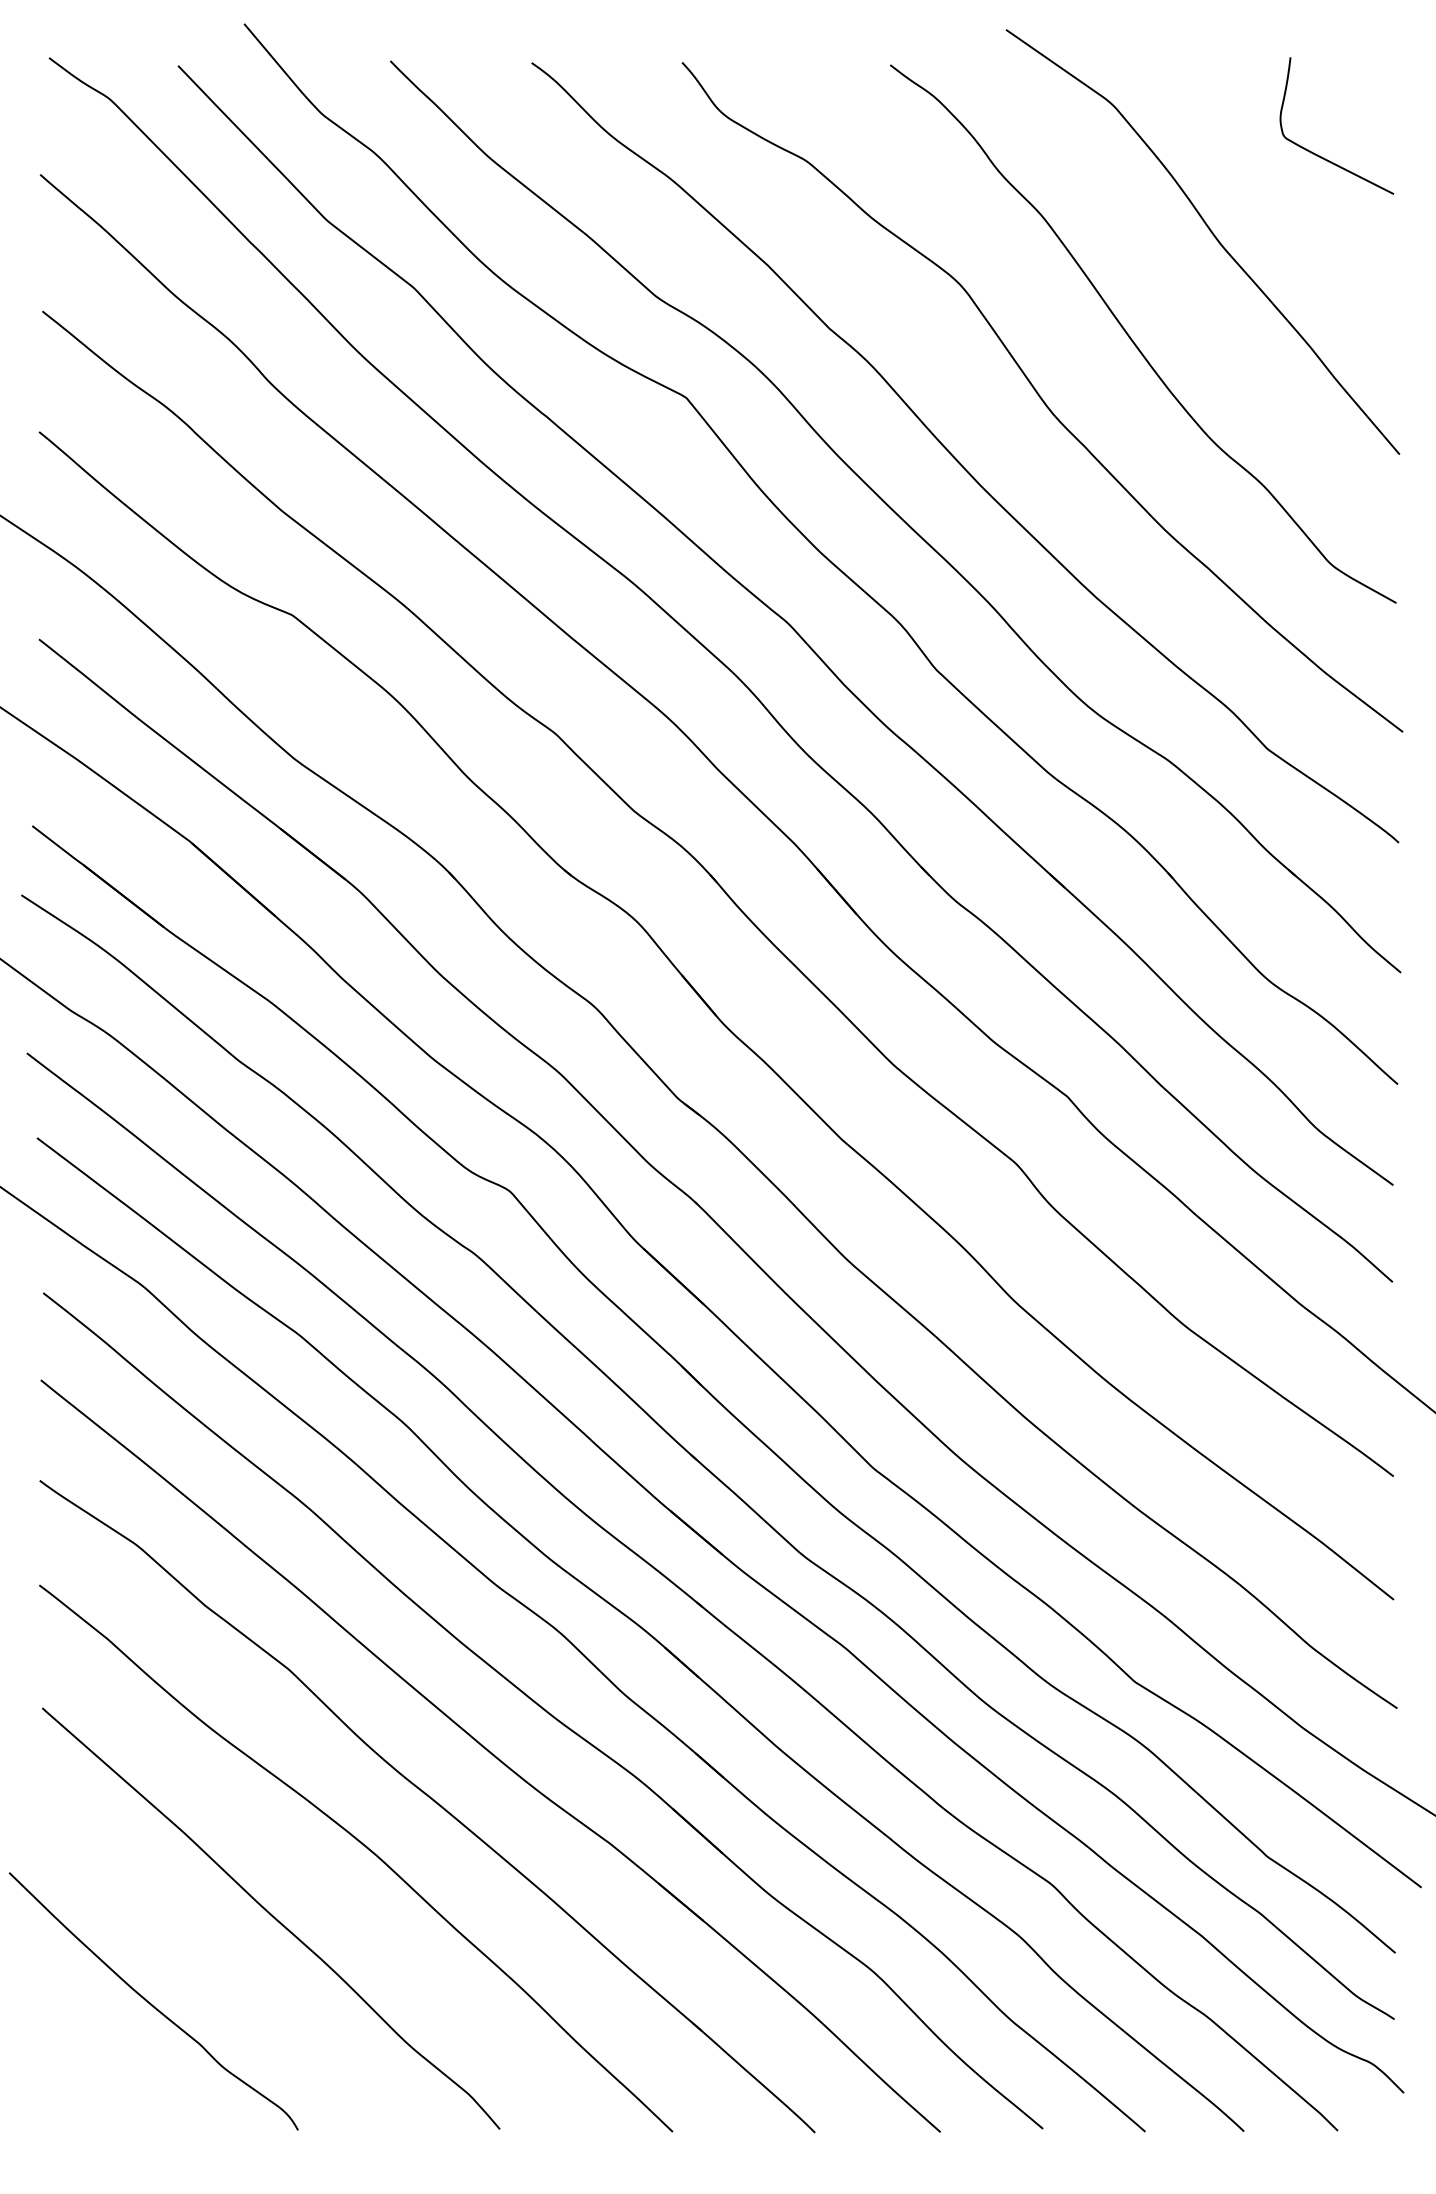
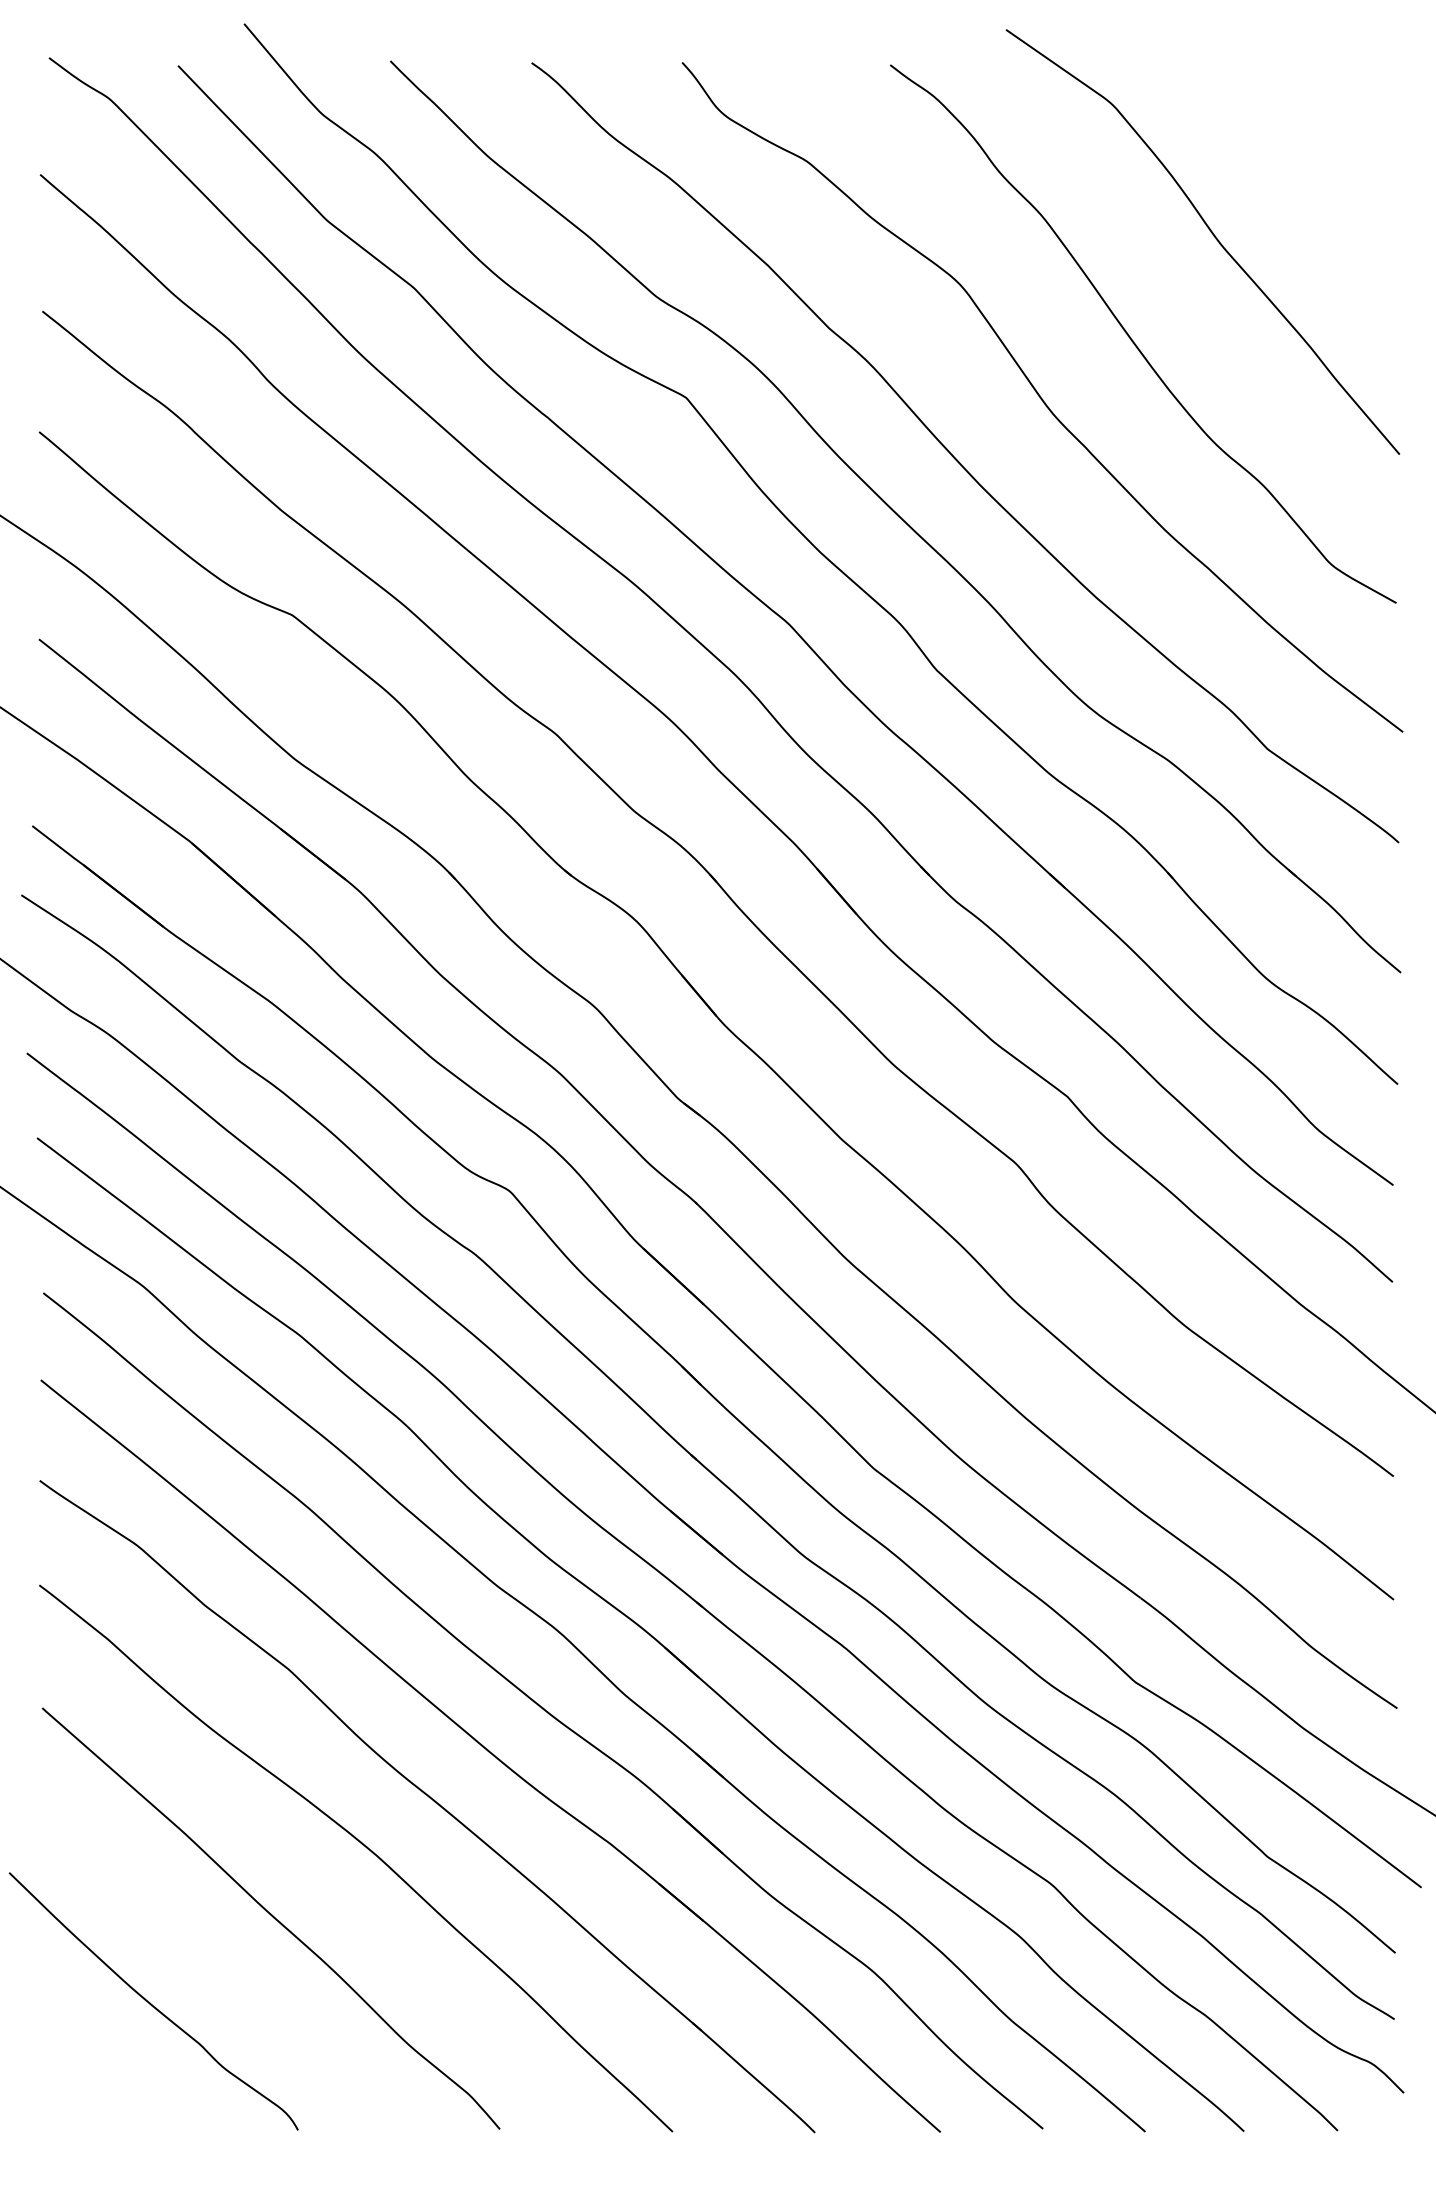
curve at (1321, 156): present -> none
